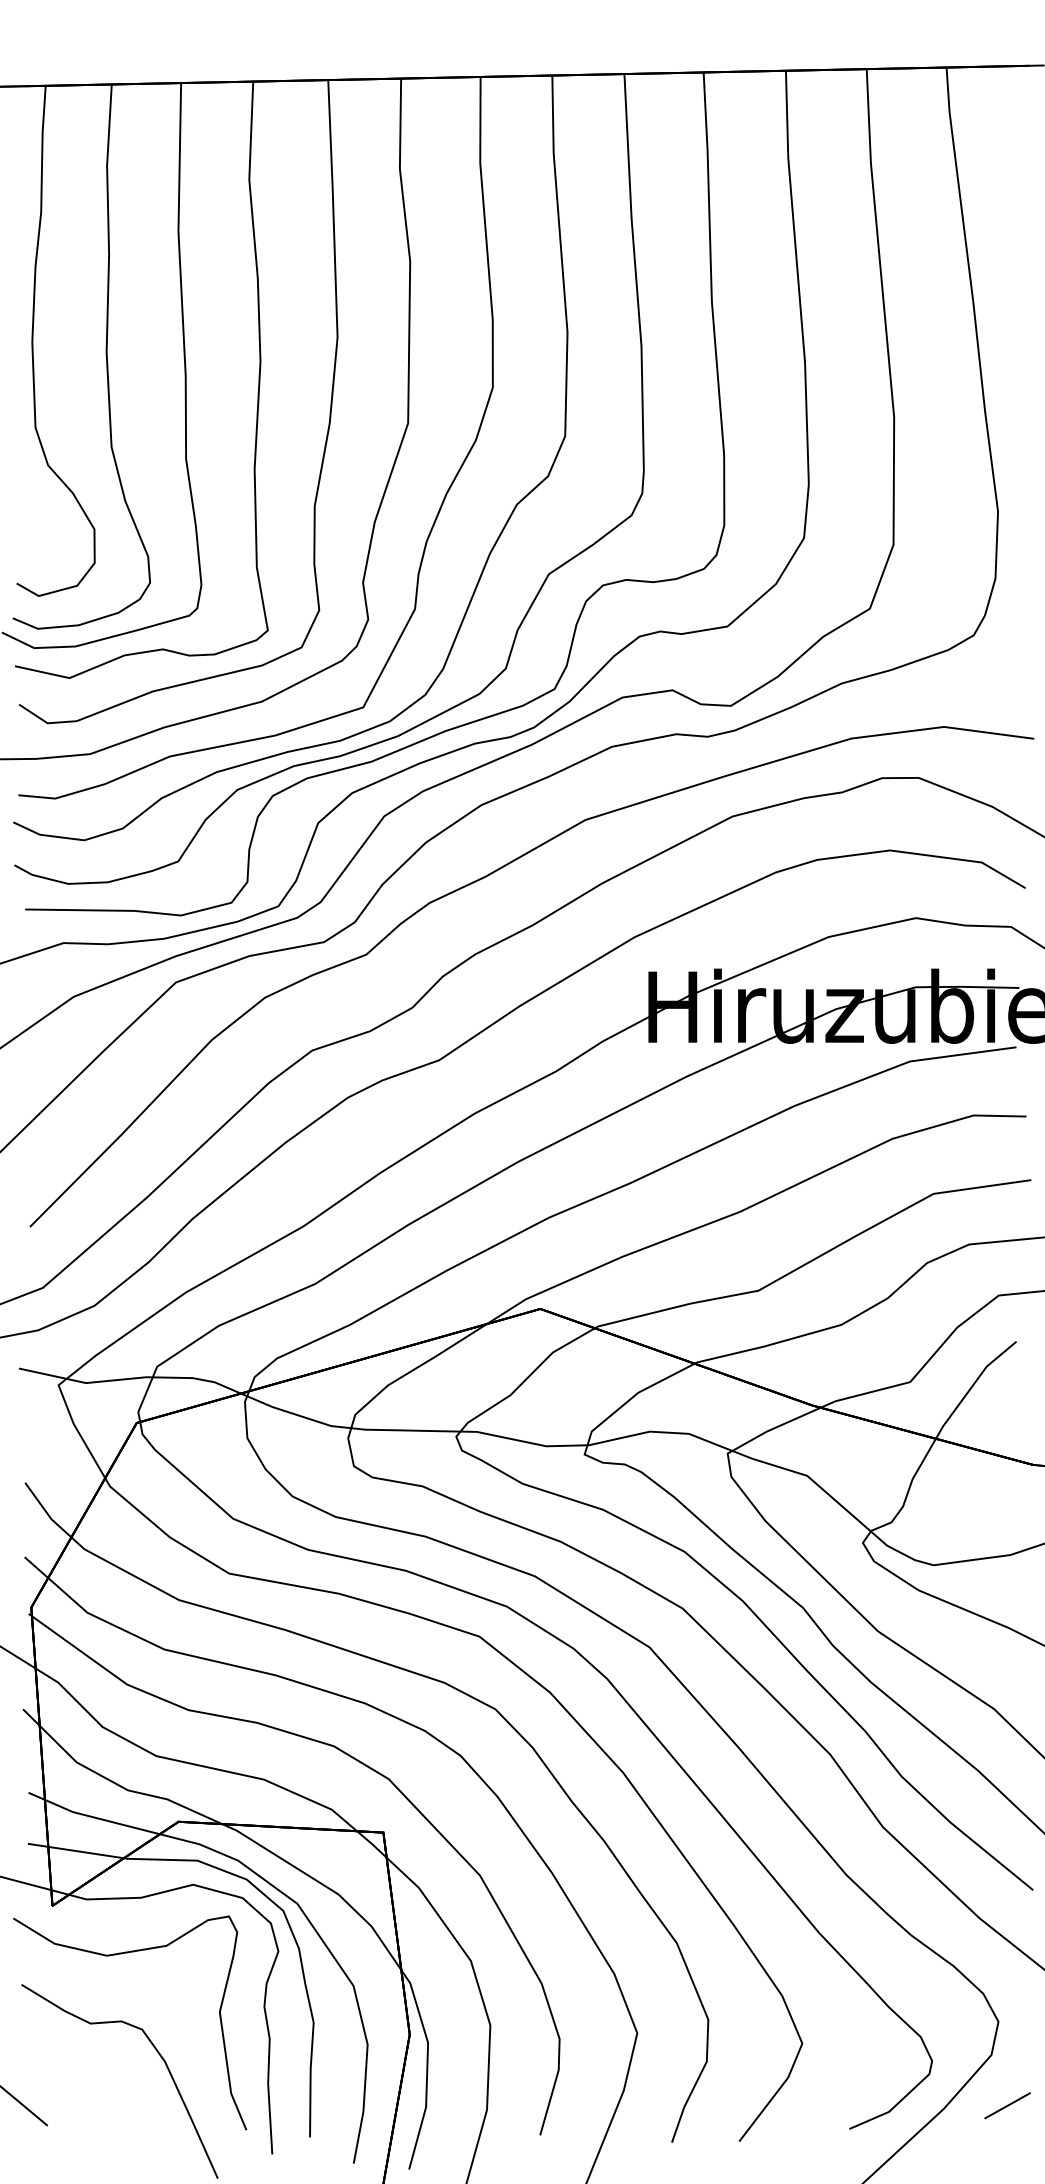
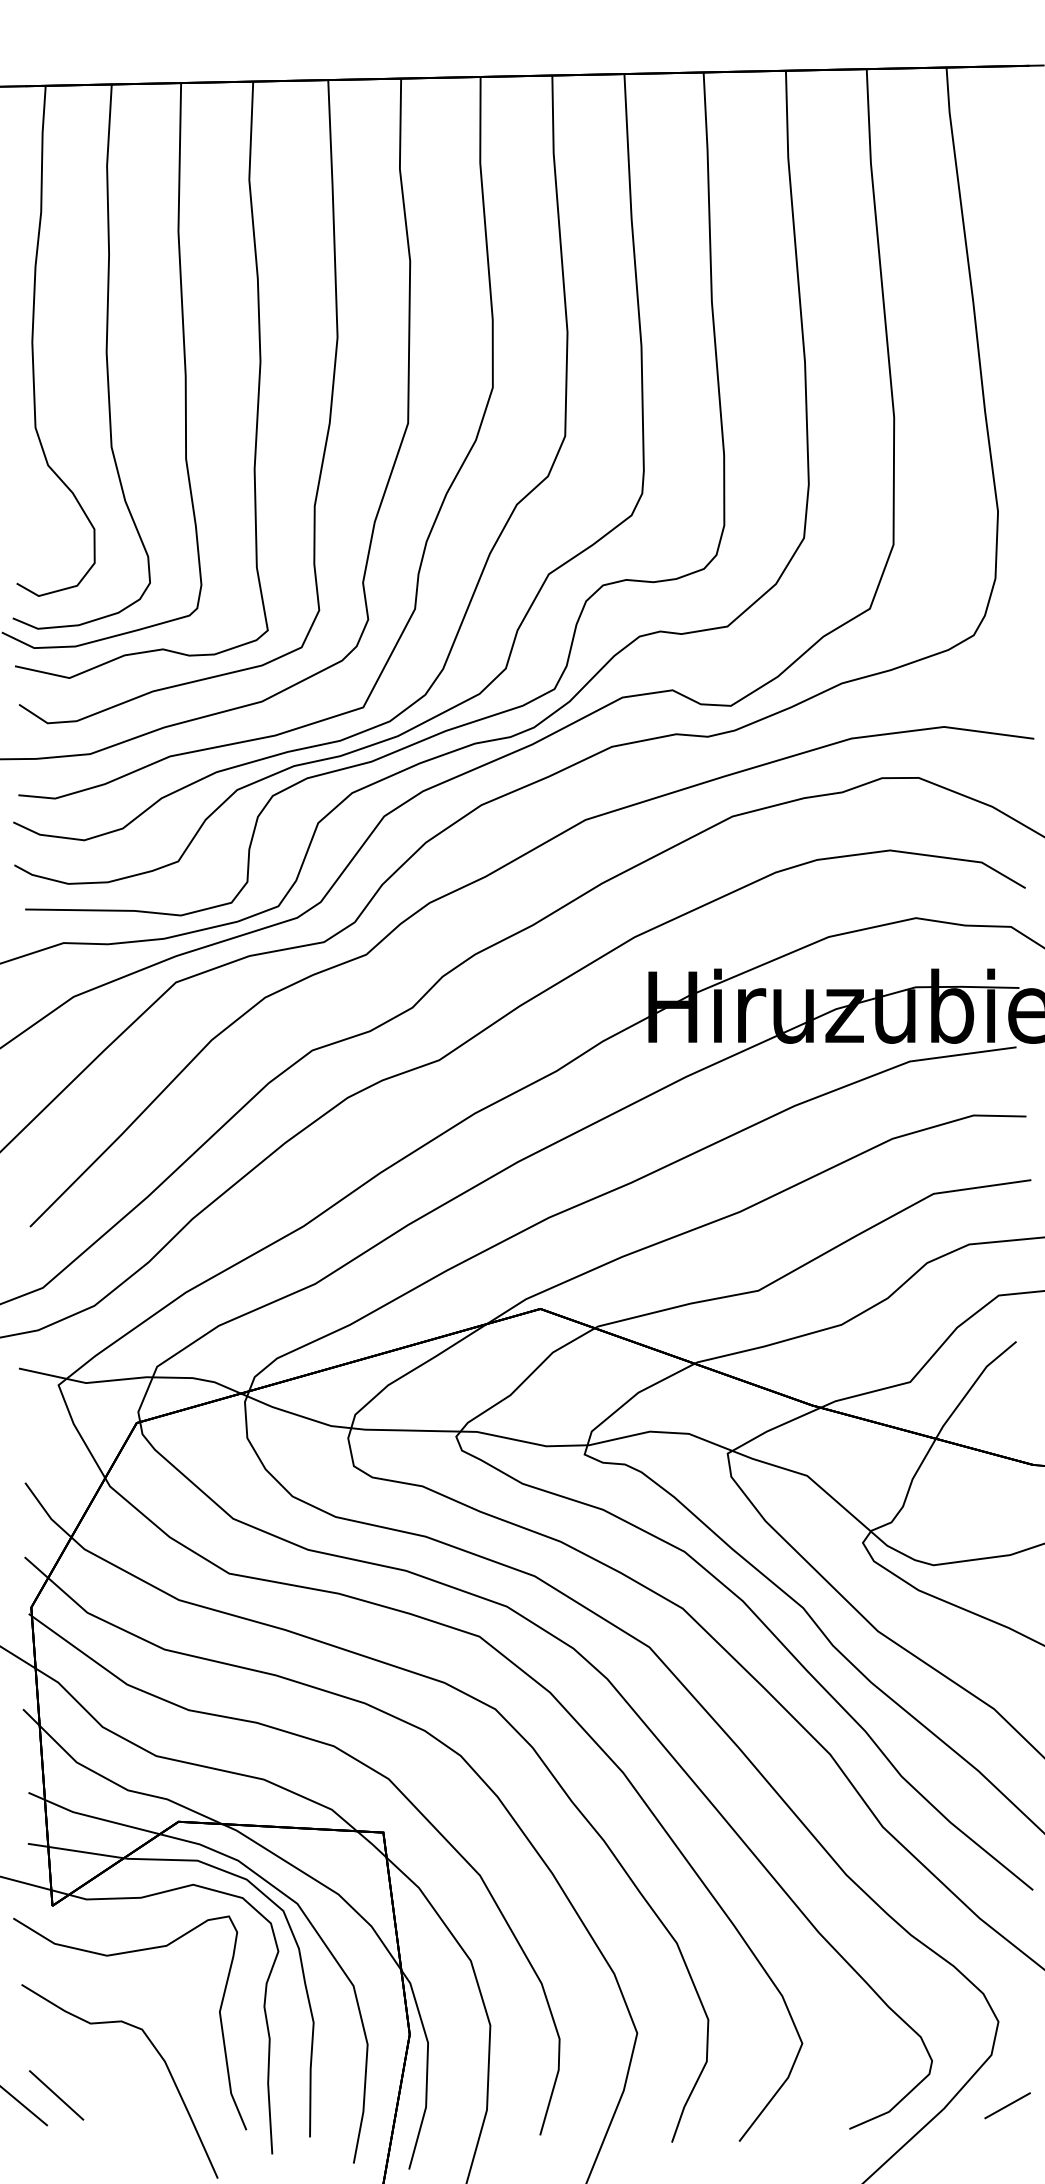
line at (56, 2095): none -> present
